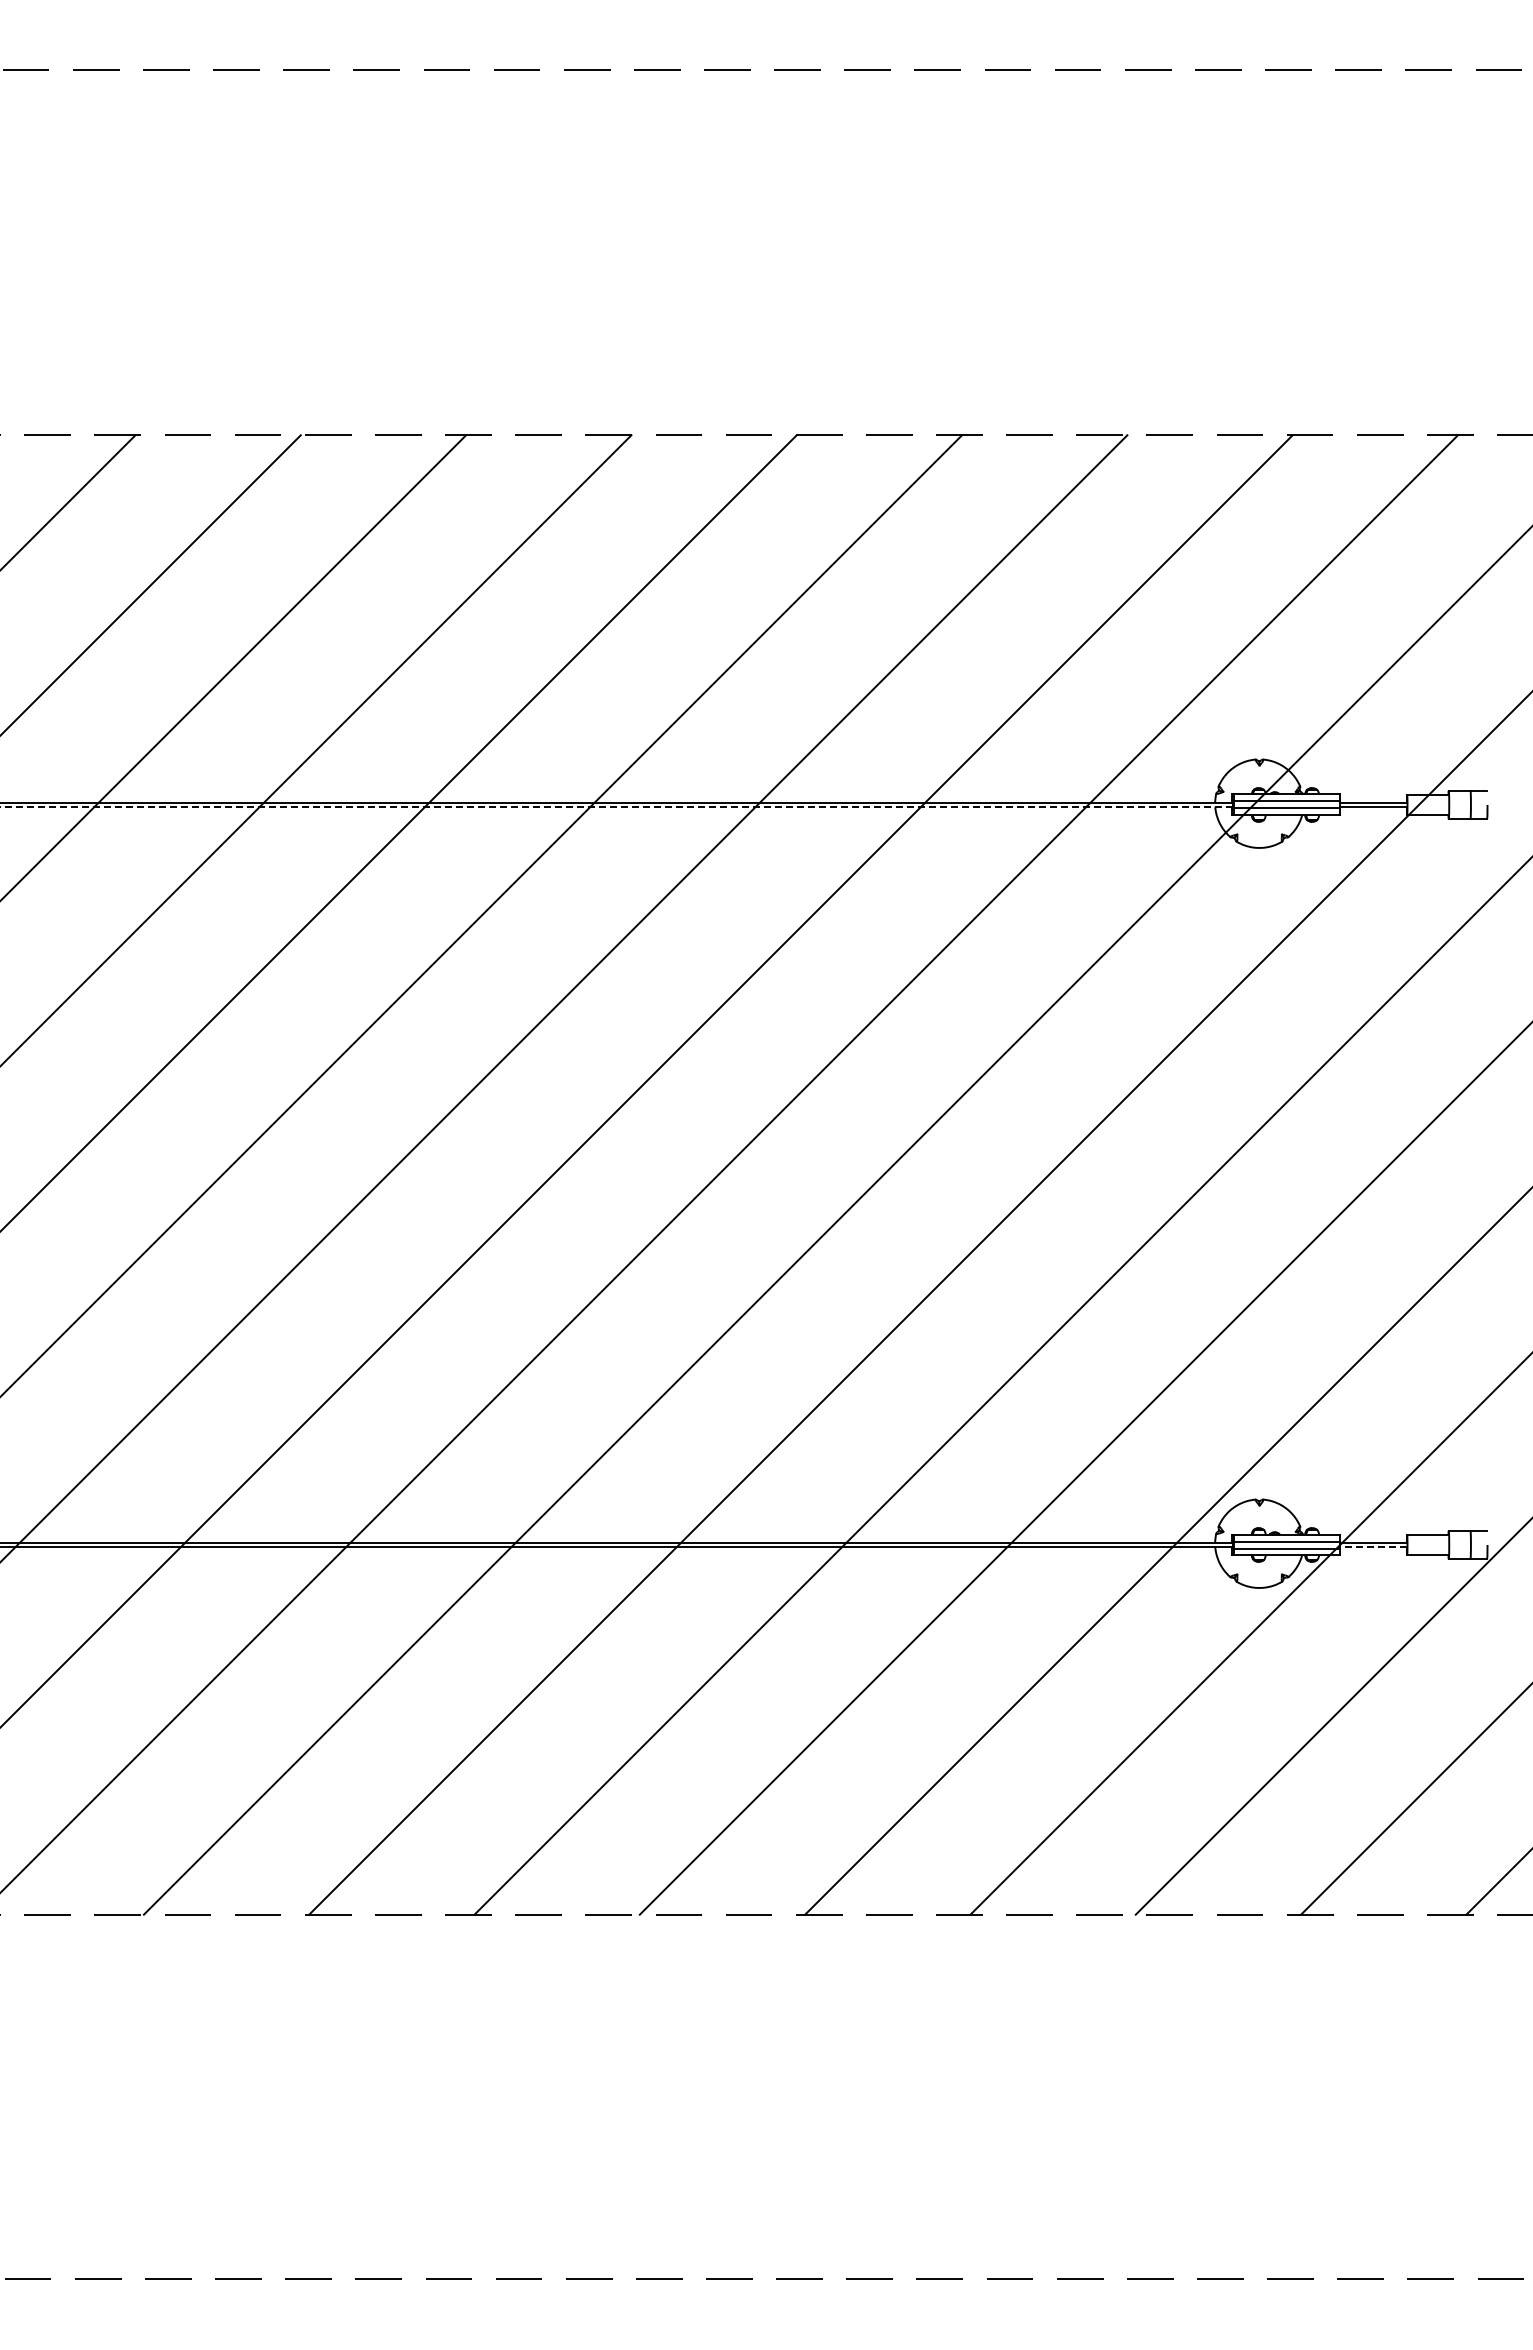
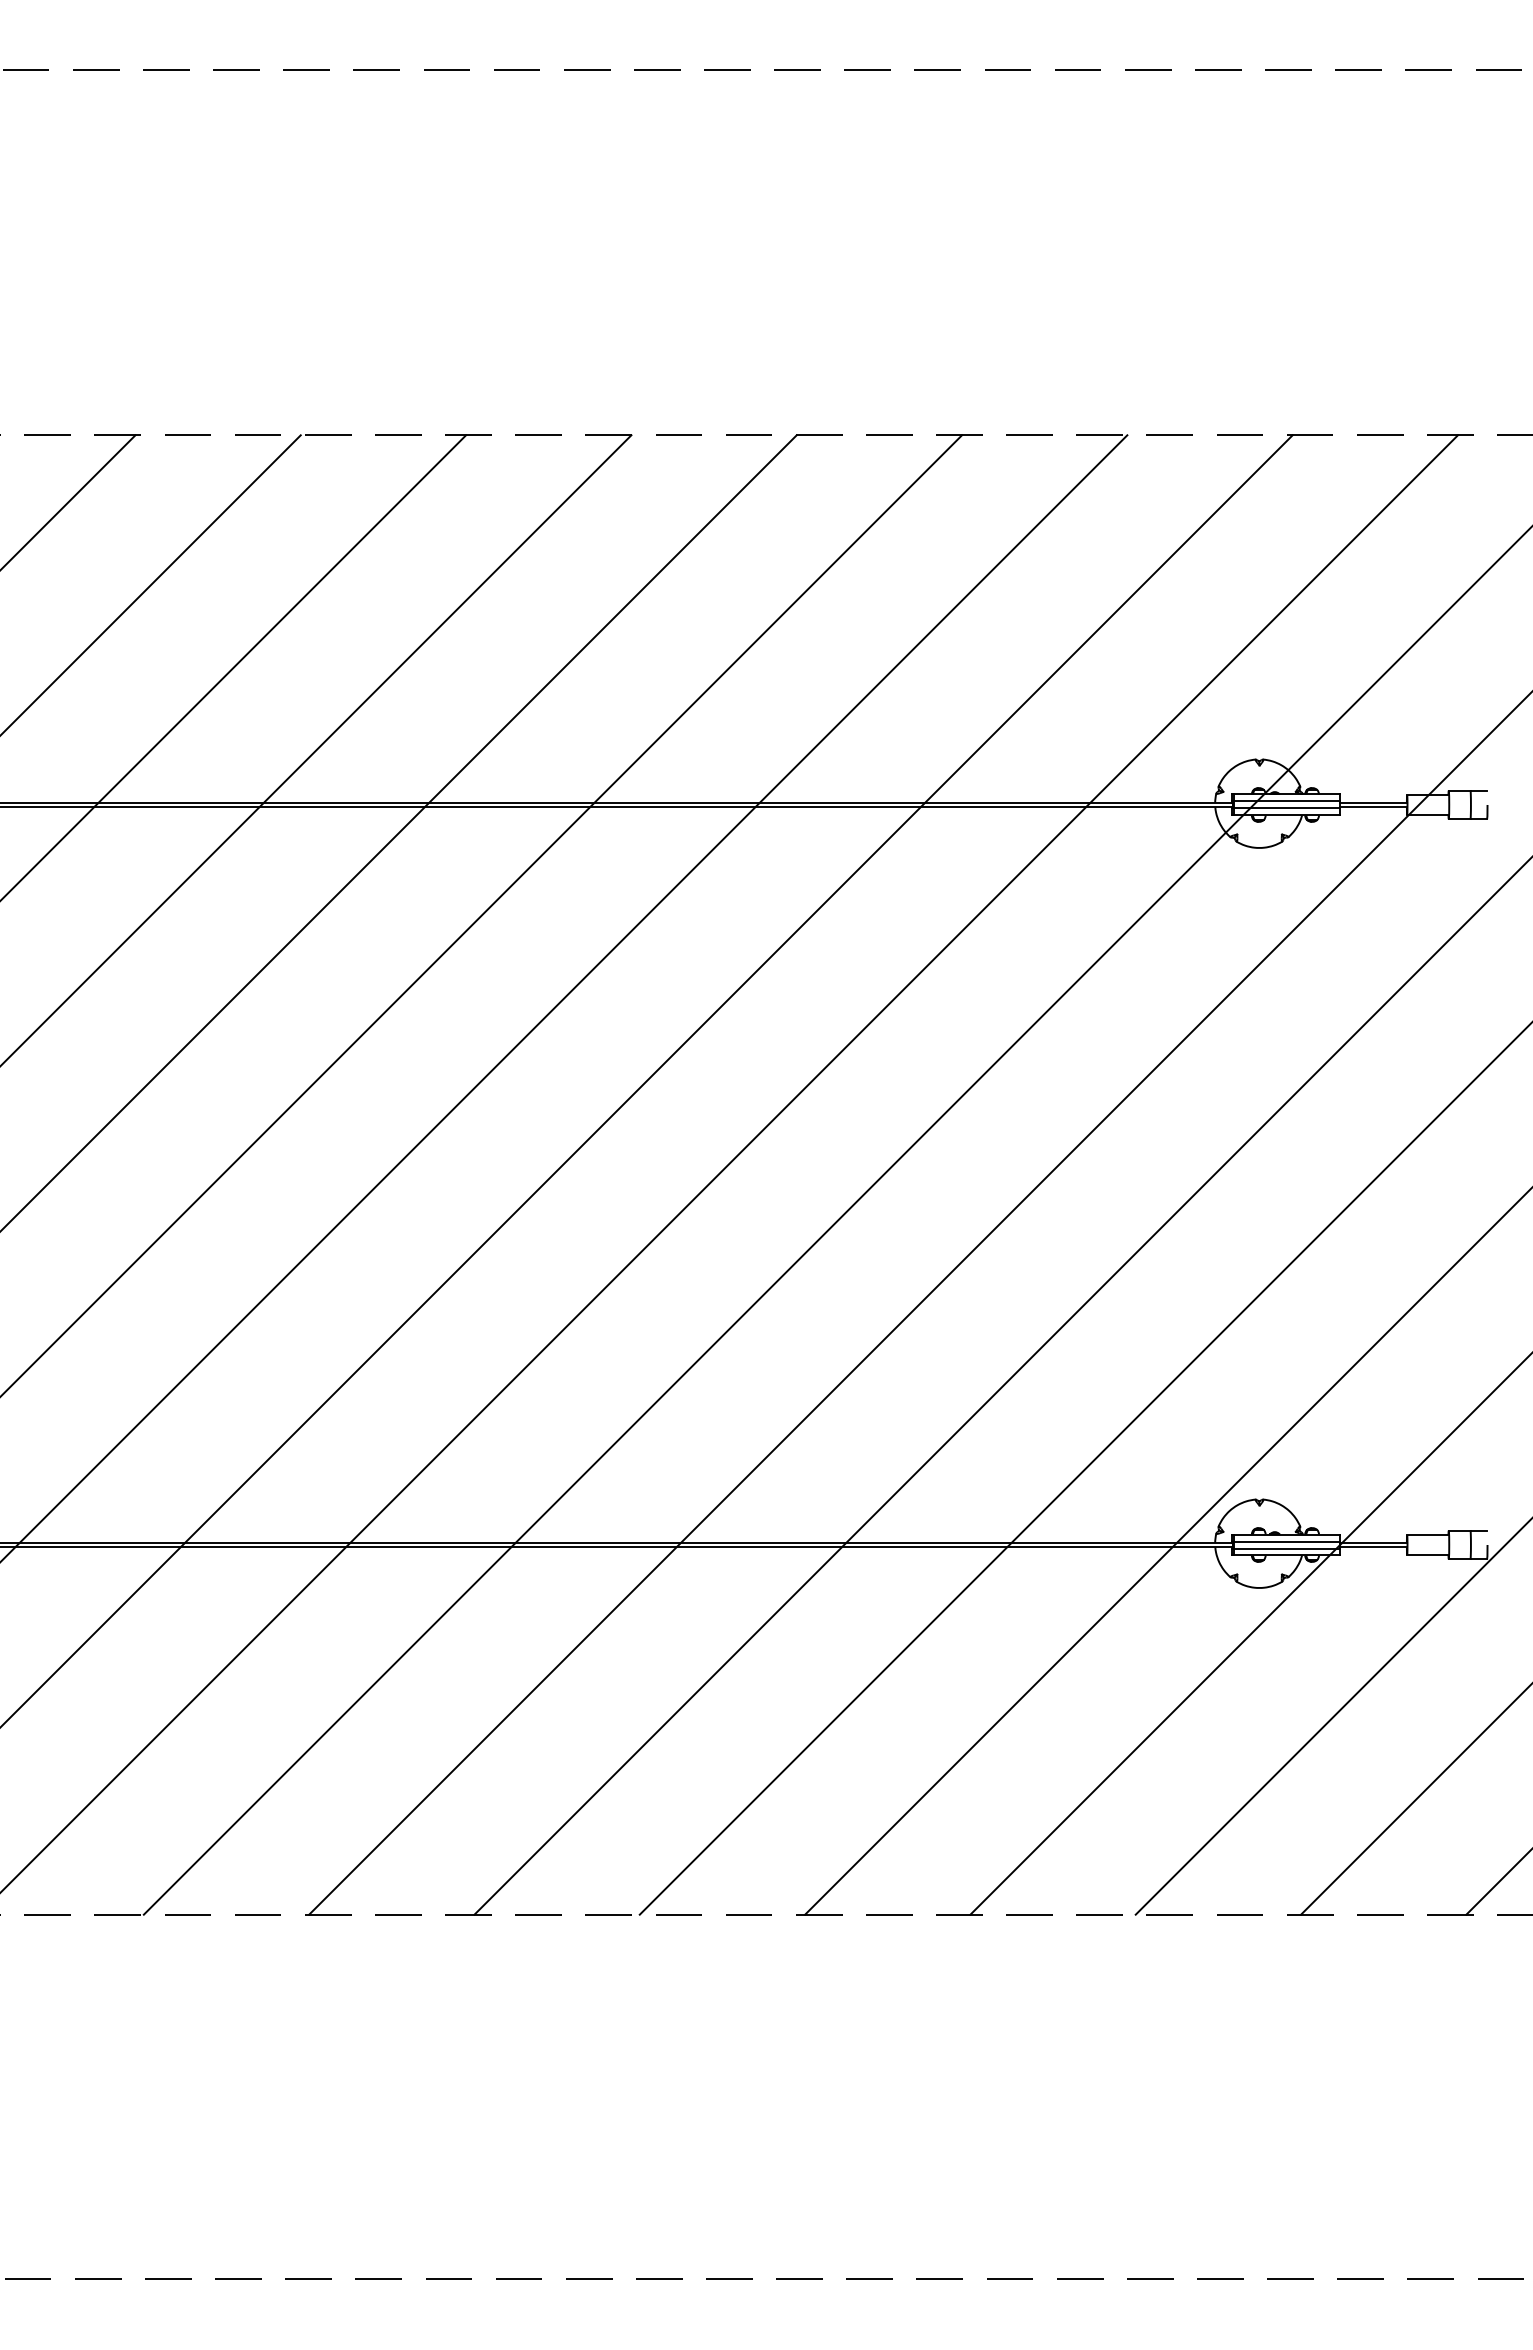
line at (617, 807): dashed -> solid
line at (1373, 1547): dashed -> solid
